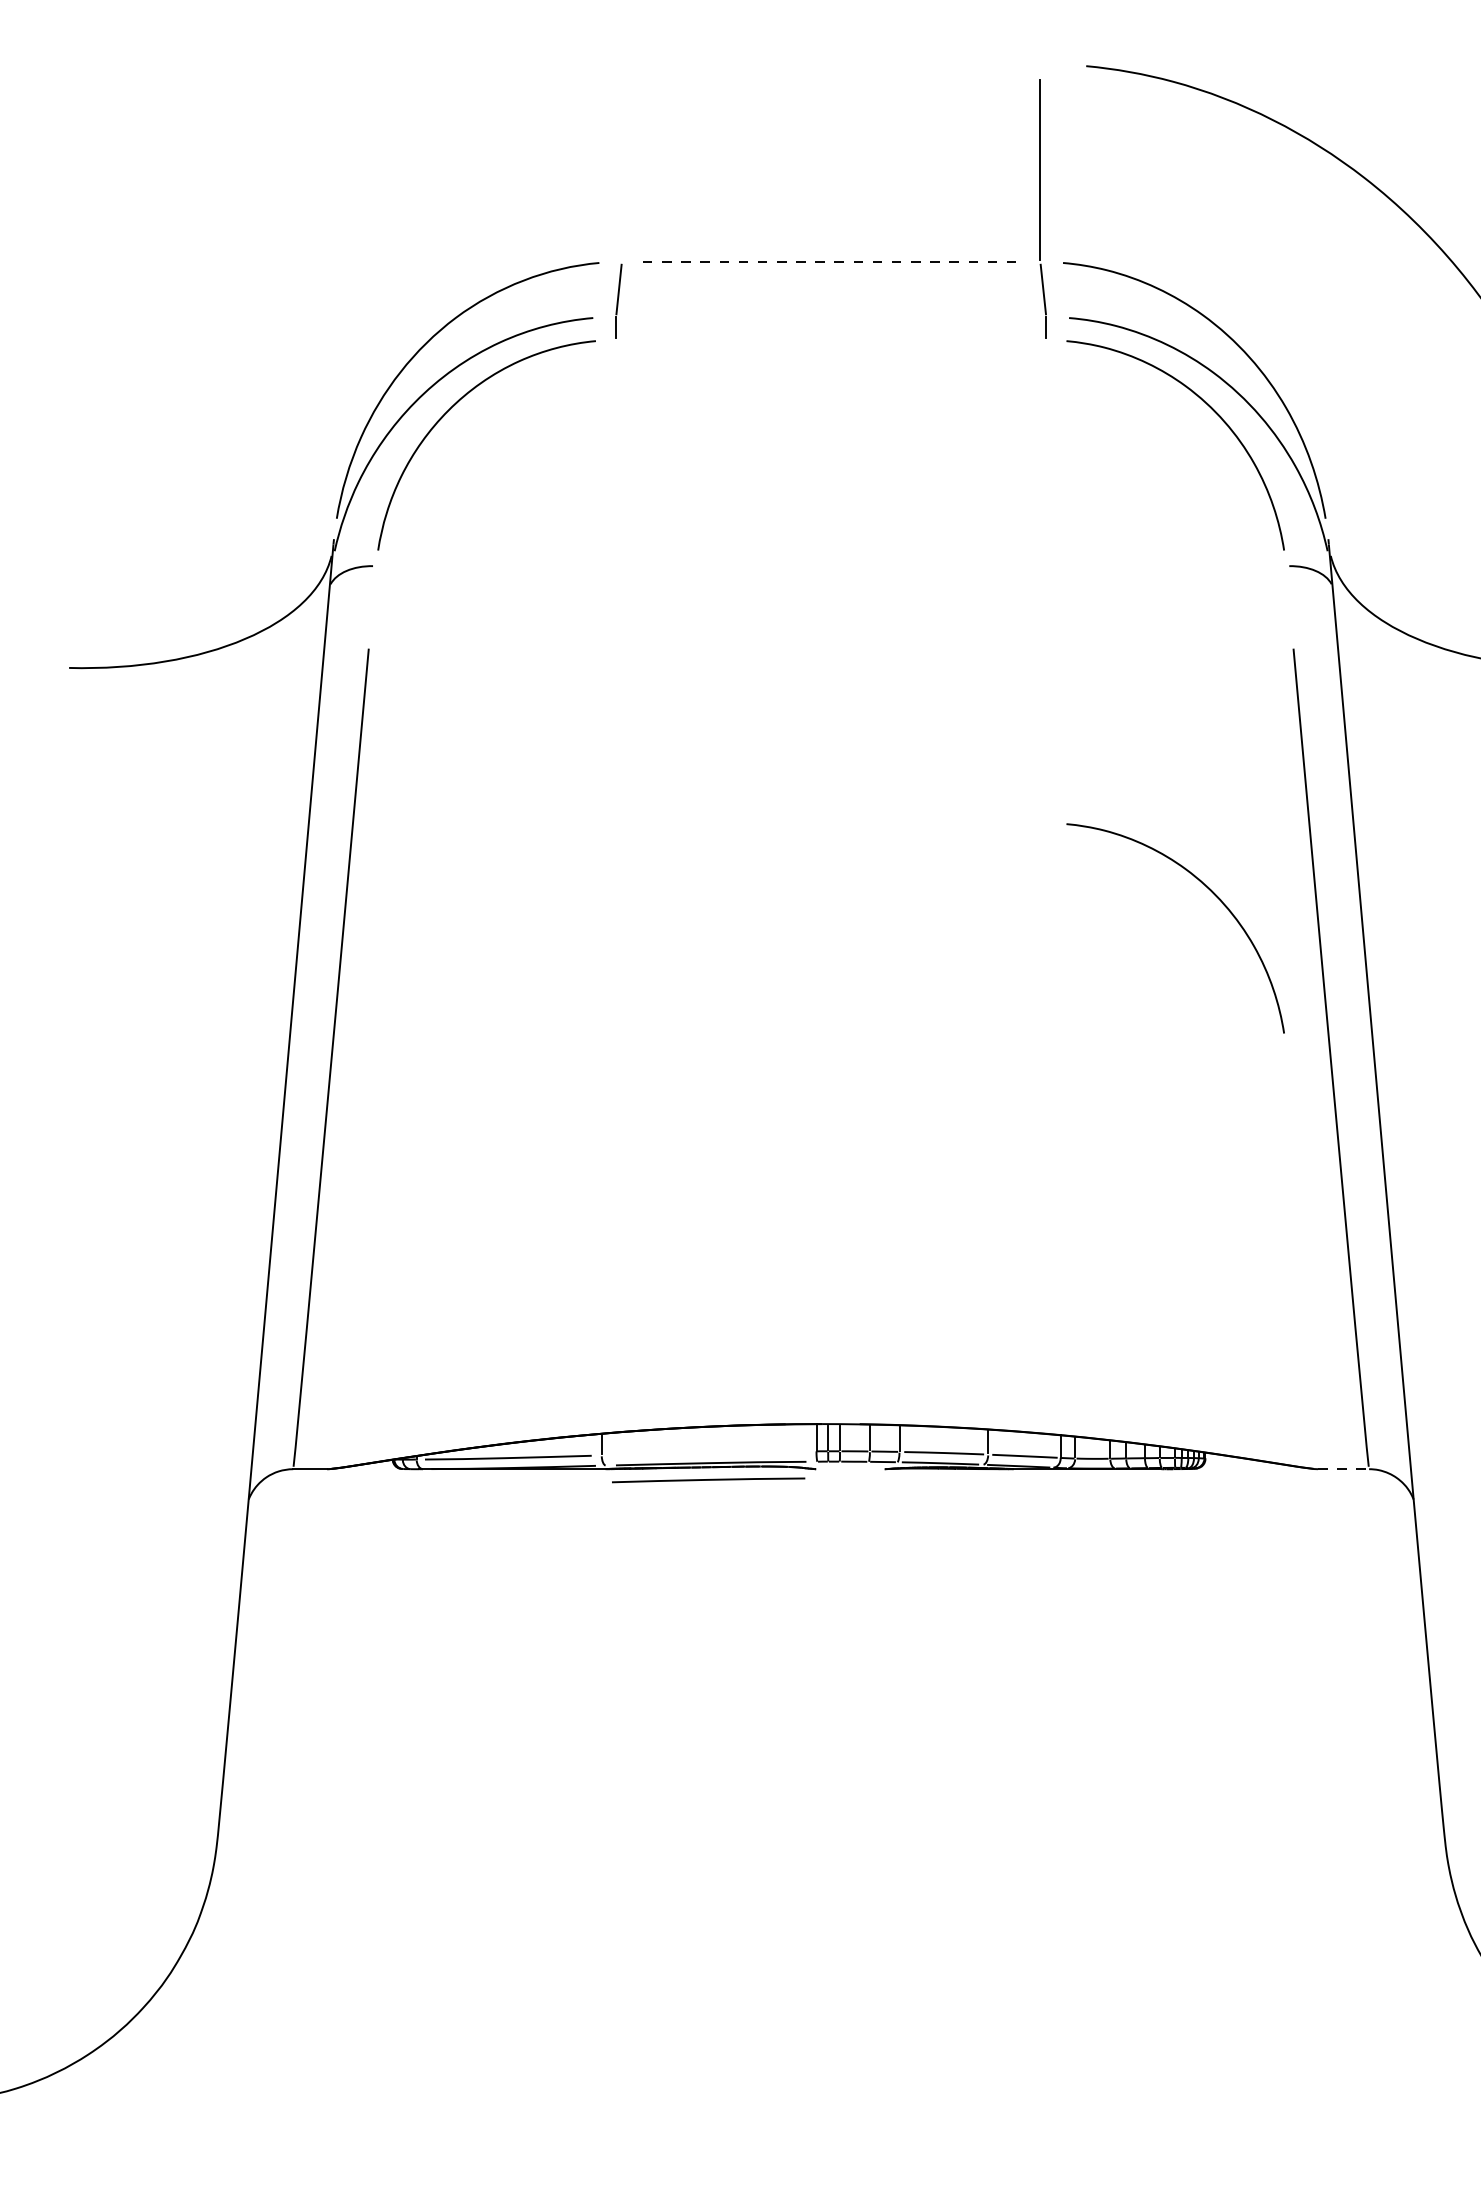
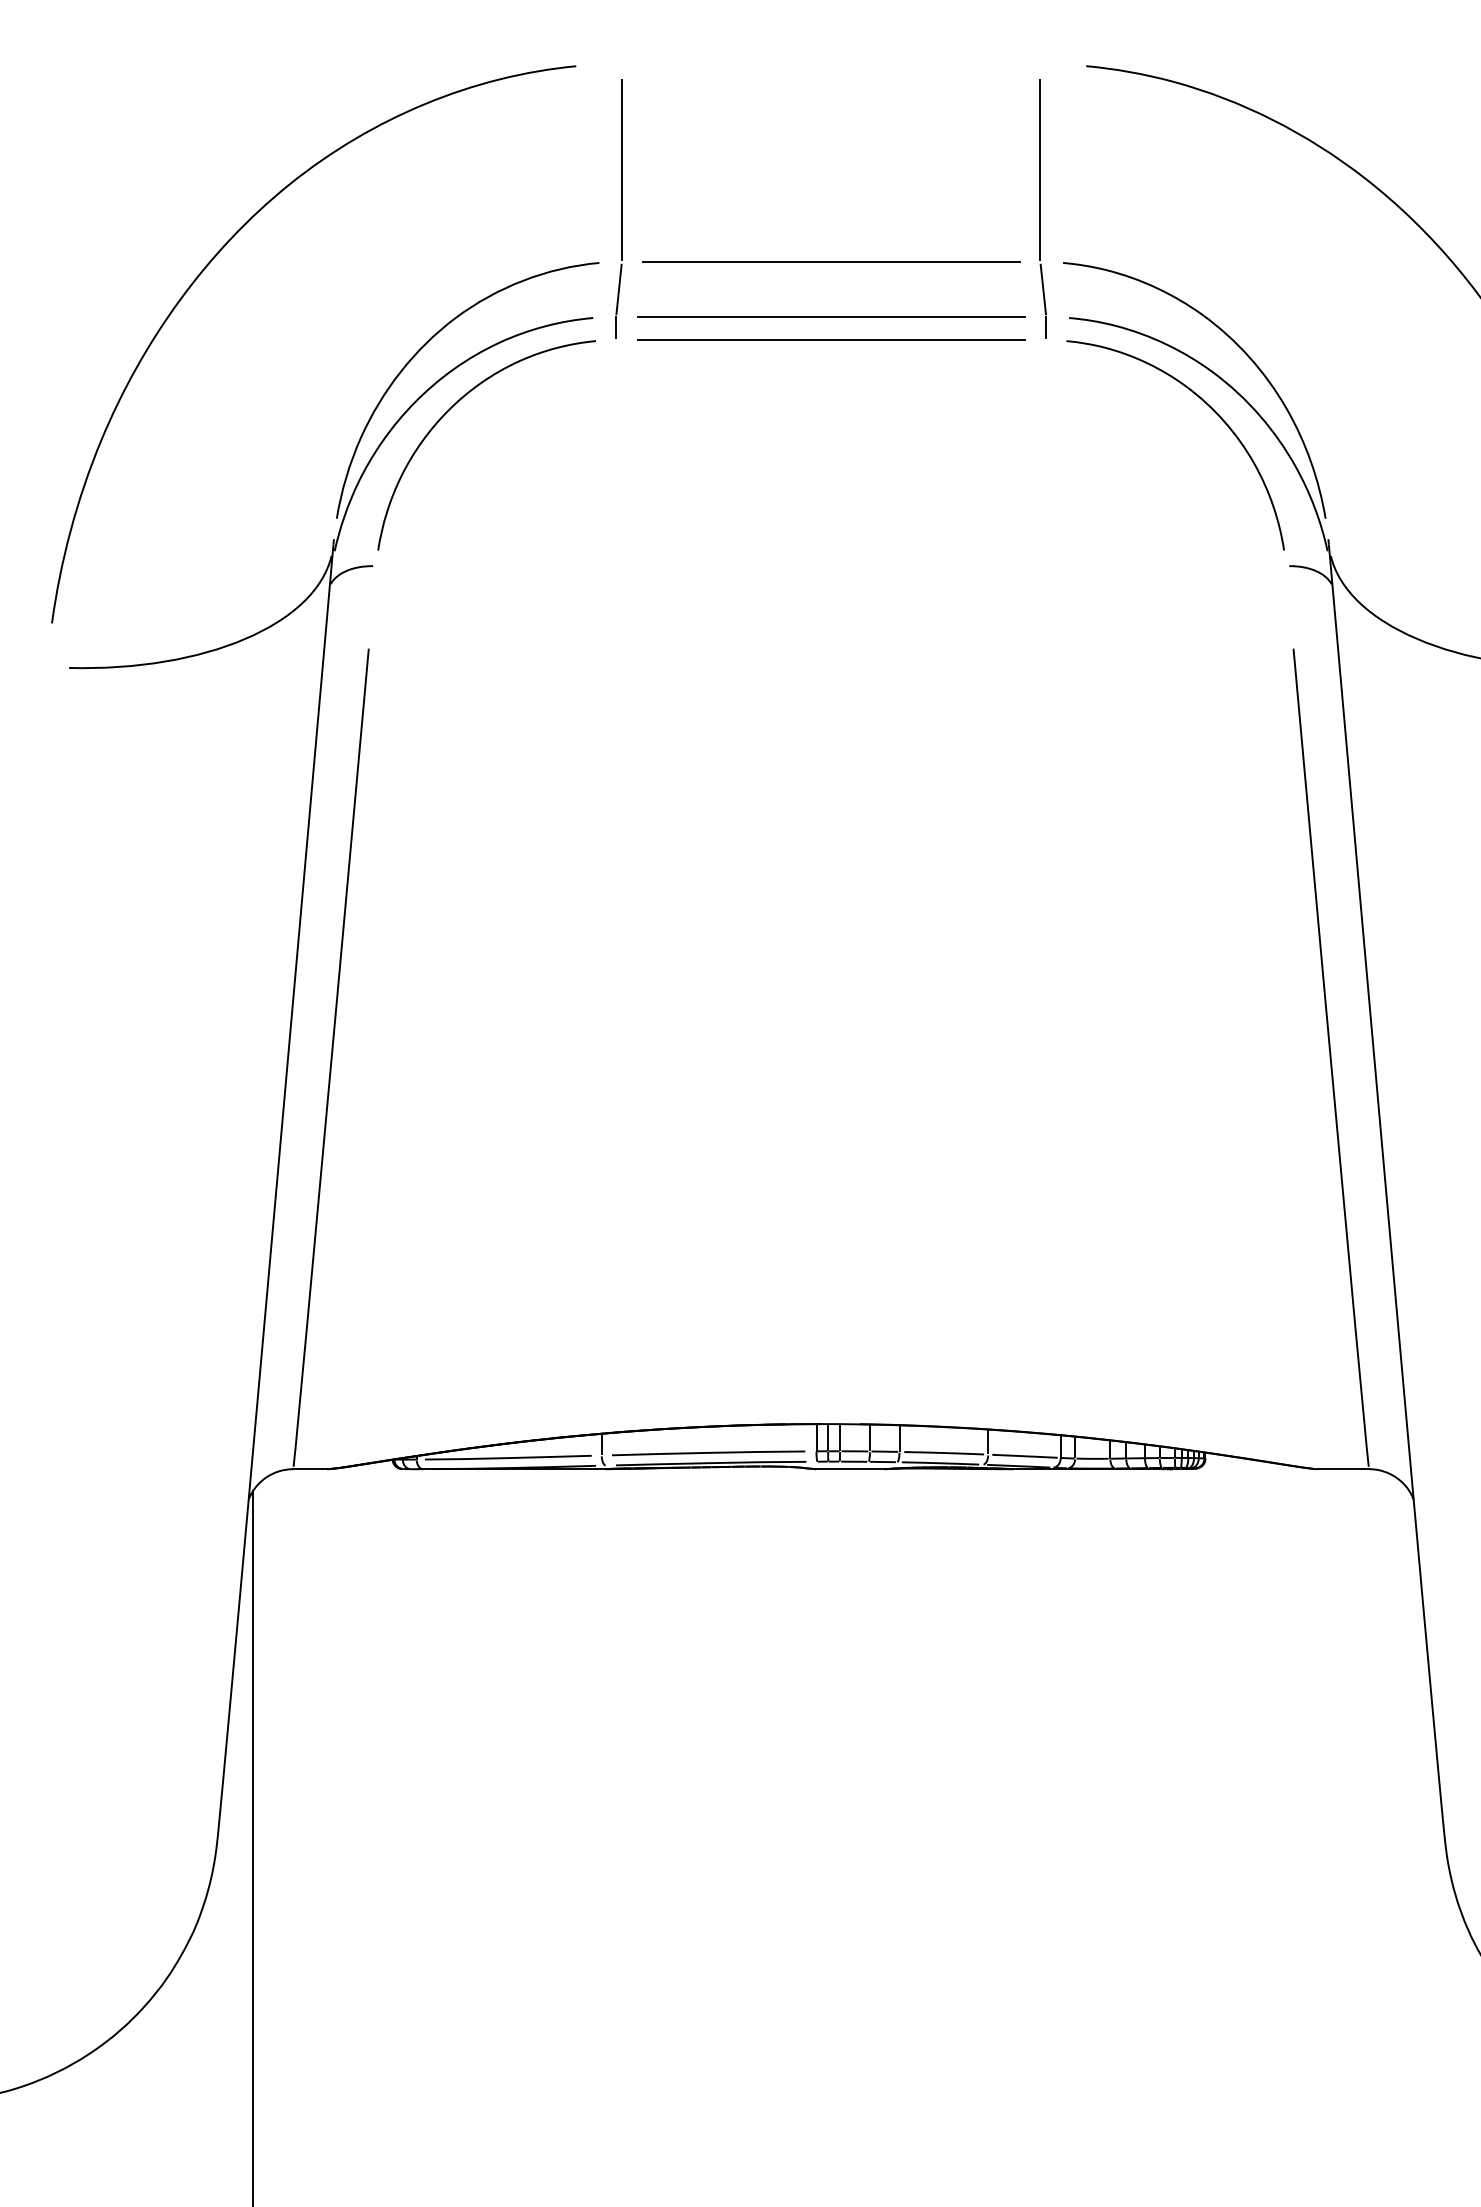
line at (621, 170): none -> present
curve at (217, 255): none -> present
line at (831, 262): dashed -> solid
line at (830, 317): none -> present
line at (831, 339): none -> present
curve at (1211, 892): present -> none
line at (850, 1469): none -> present
line at (1343, 1469): dashed -> solid
line at (708, 1480) position: (708, 1480) -> (708, 1453)
line at (252, 1847): none -> present
